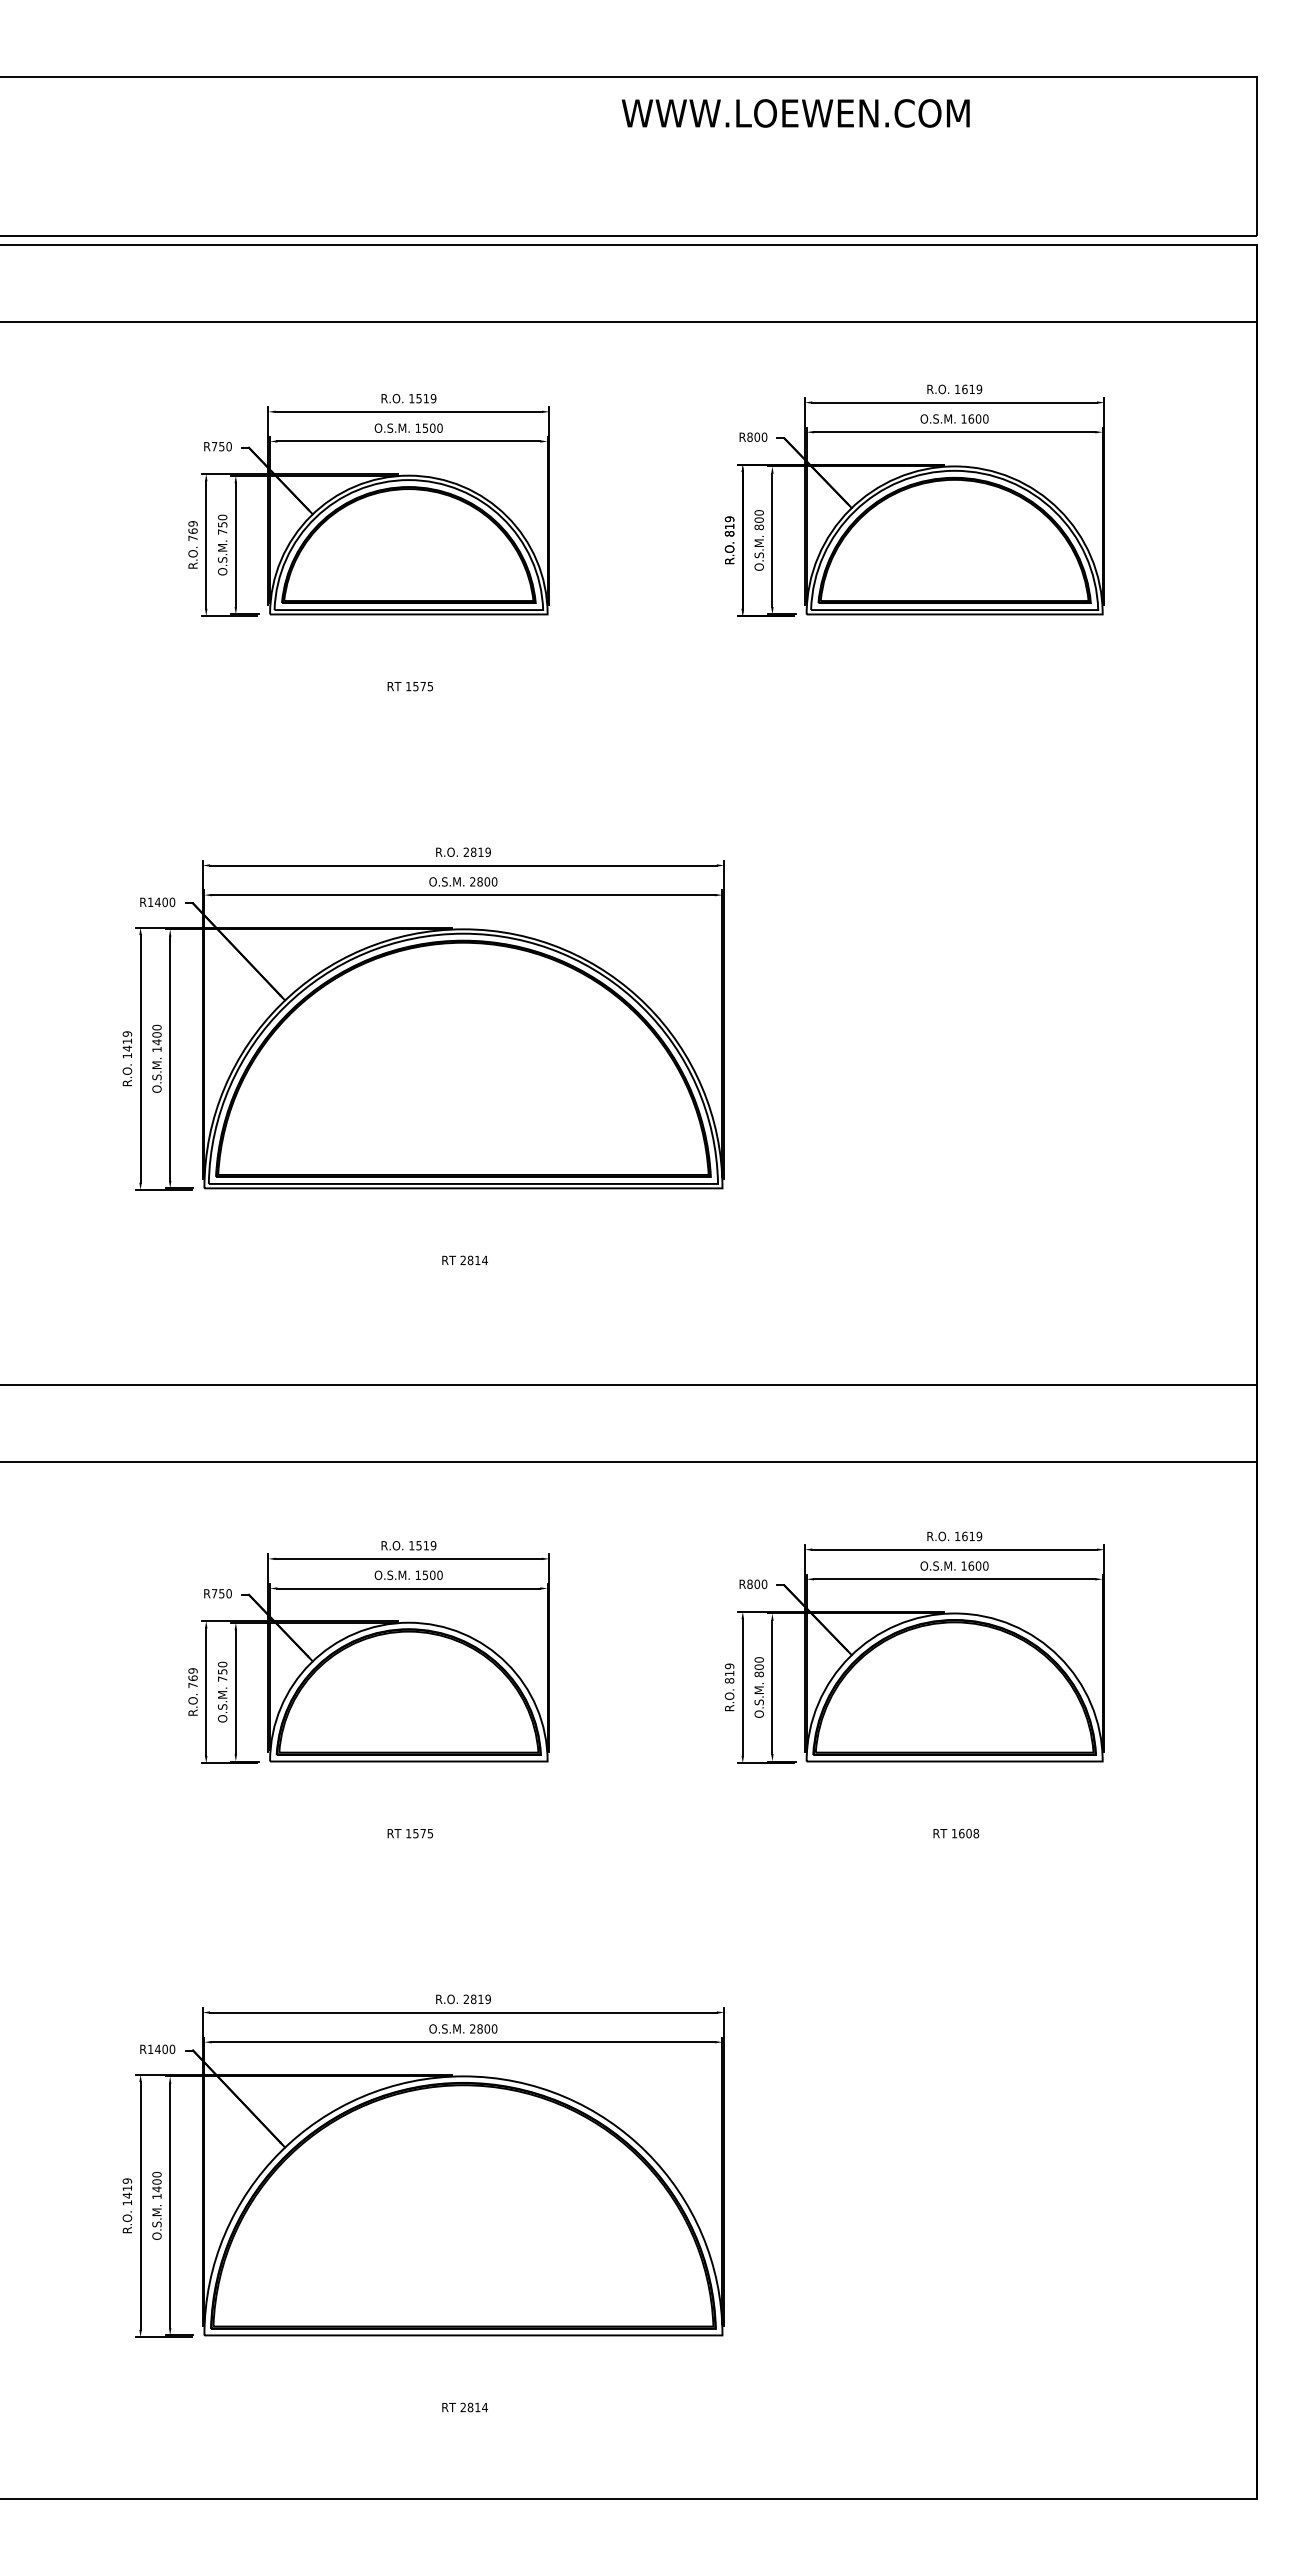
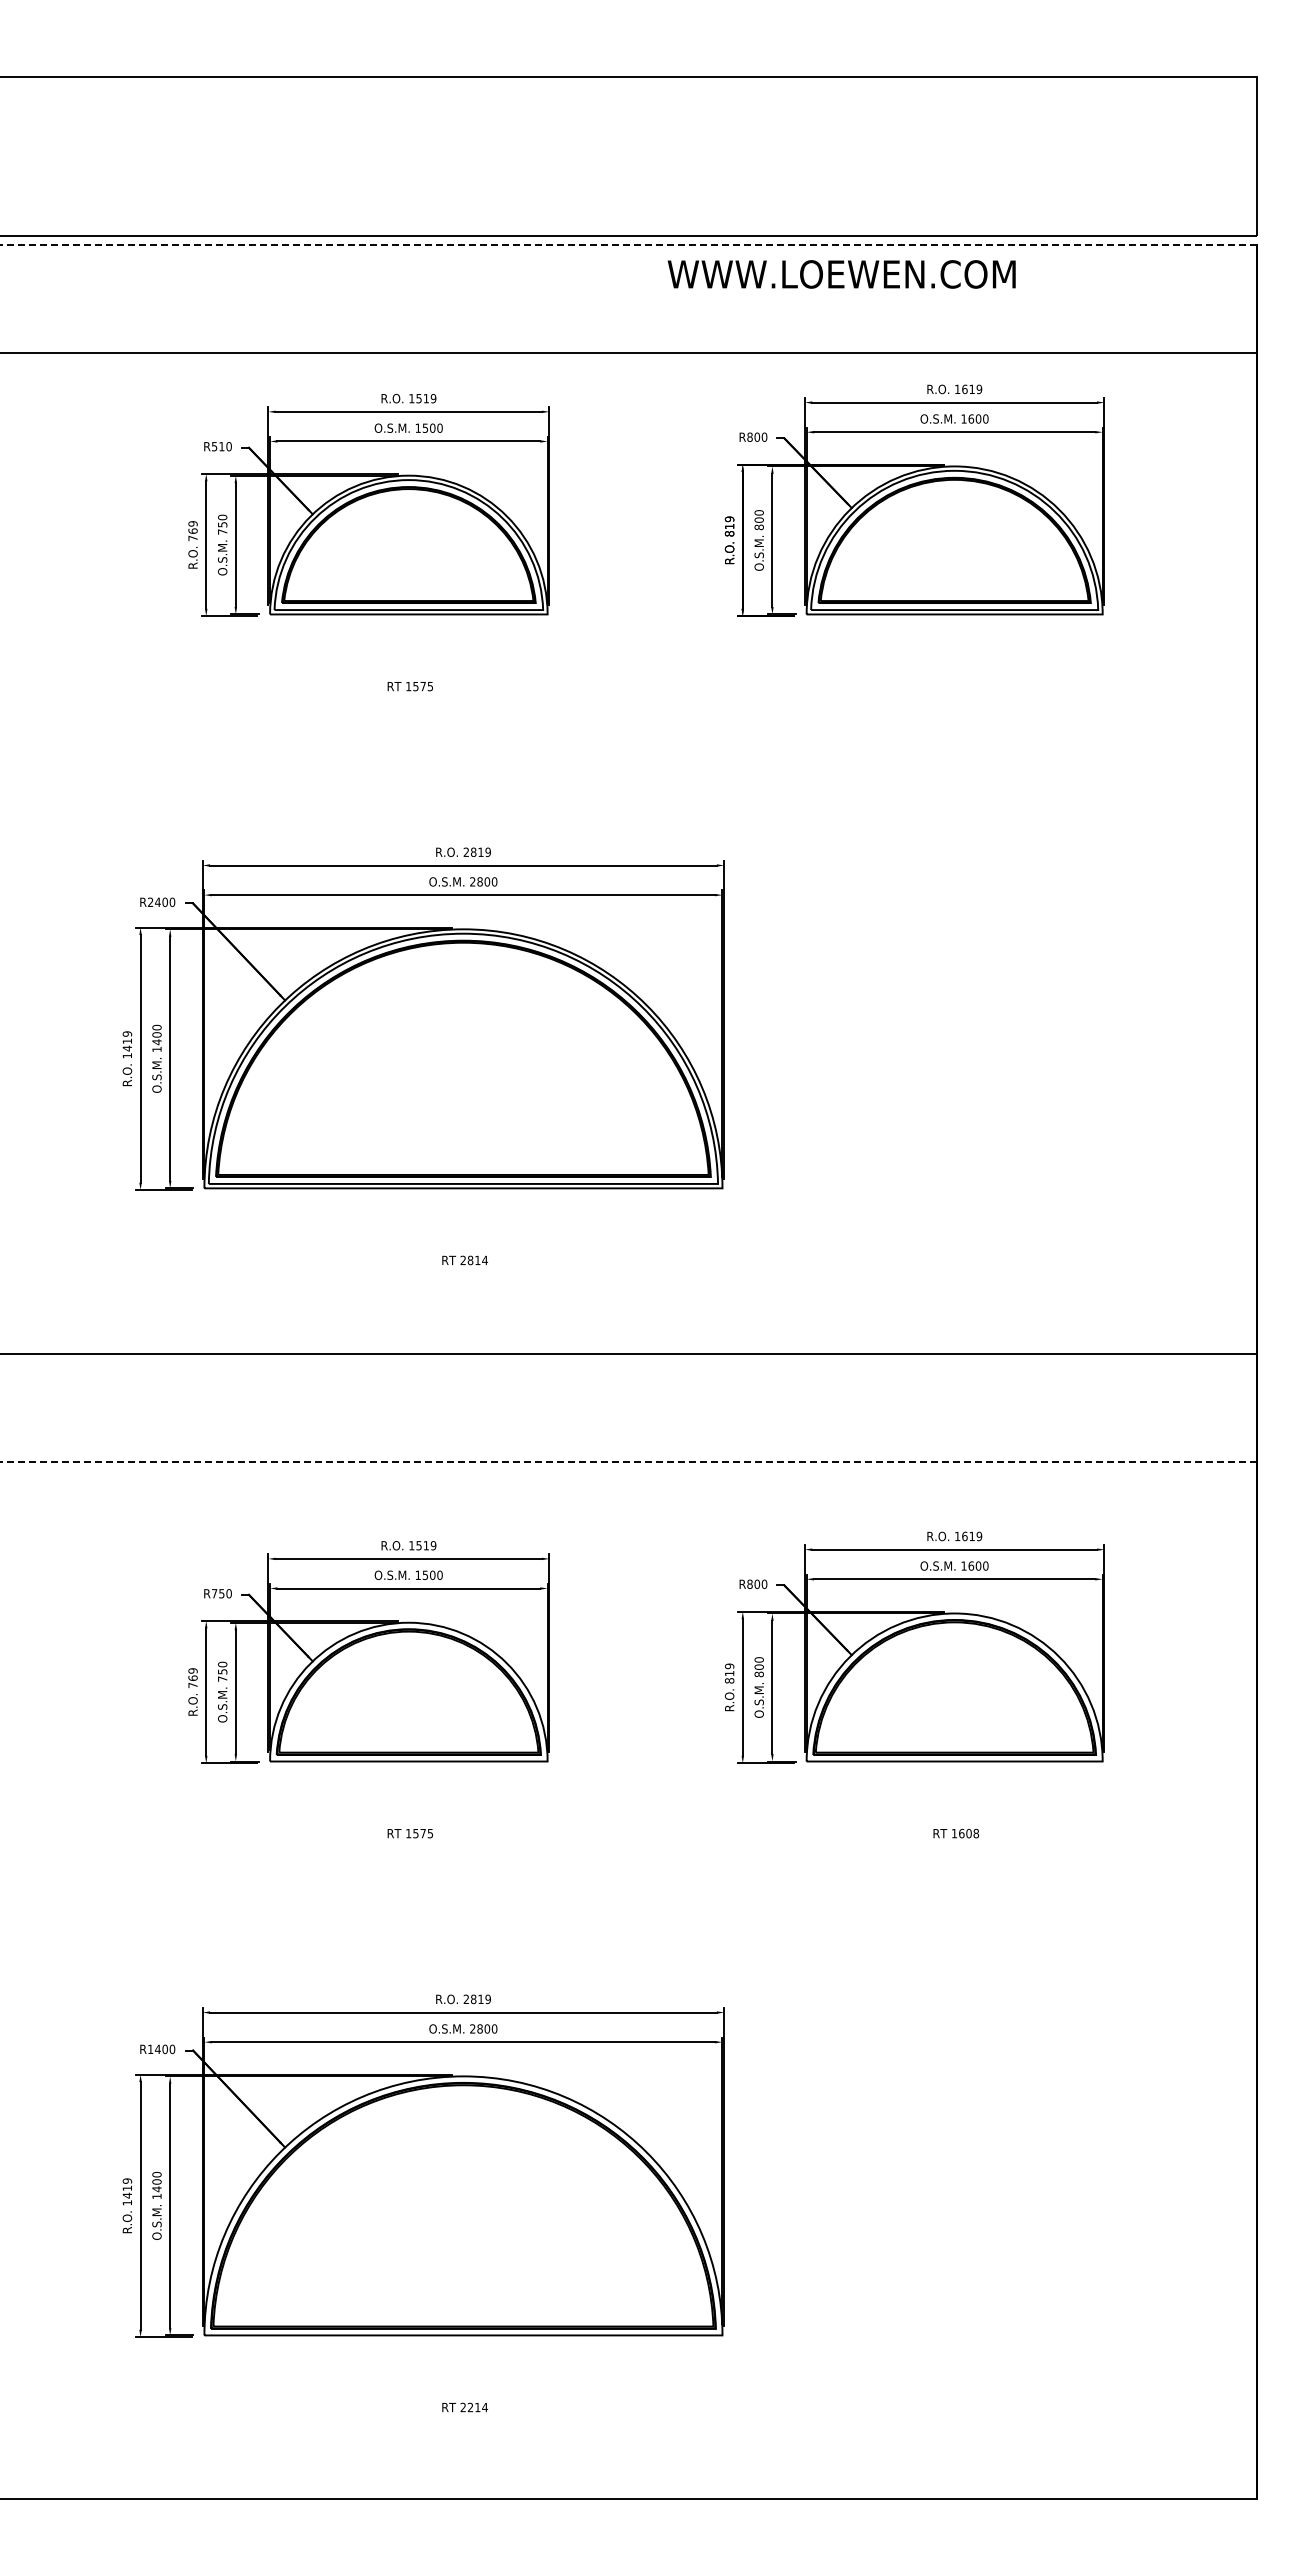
text at (795, 113) position: (795, 113) -> (841, 274)
line at (628, 244): solid -> dashed
line at (629, 322) position: (629, 322) -> (629, 353)
text at (217, 446): R750 -> R510
text at (150, 901): R1400 -> R2400
line at (629, 1384) position: (629, 1384) -> (629, 1353)
line at (628, 1462): solid -> dashed
text at (470, 2407): 2814 -> 2214
